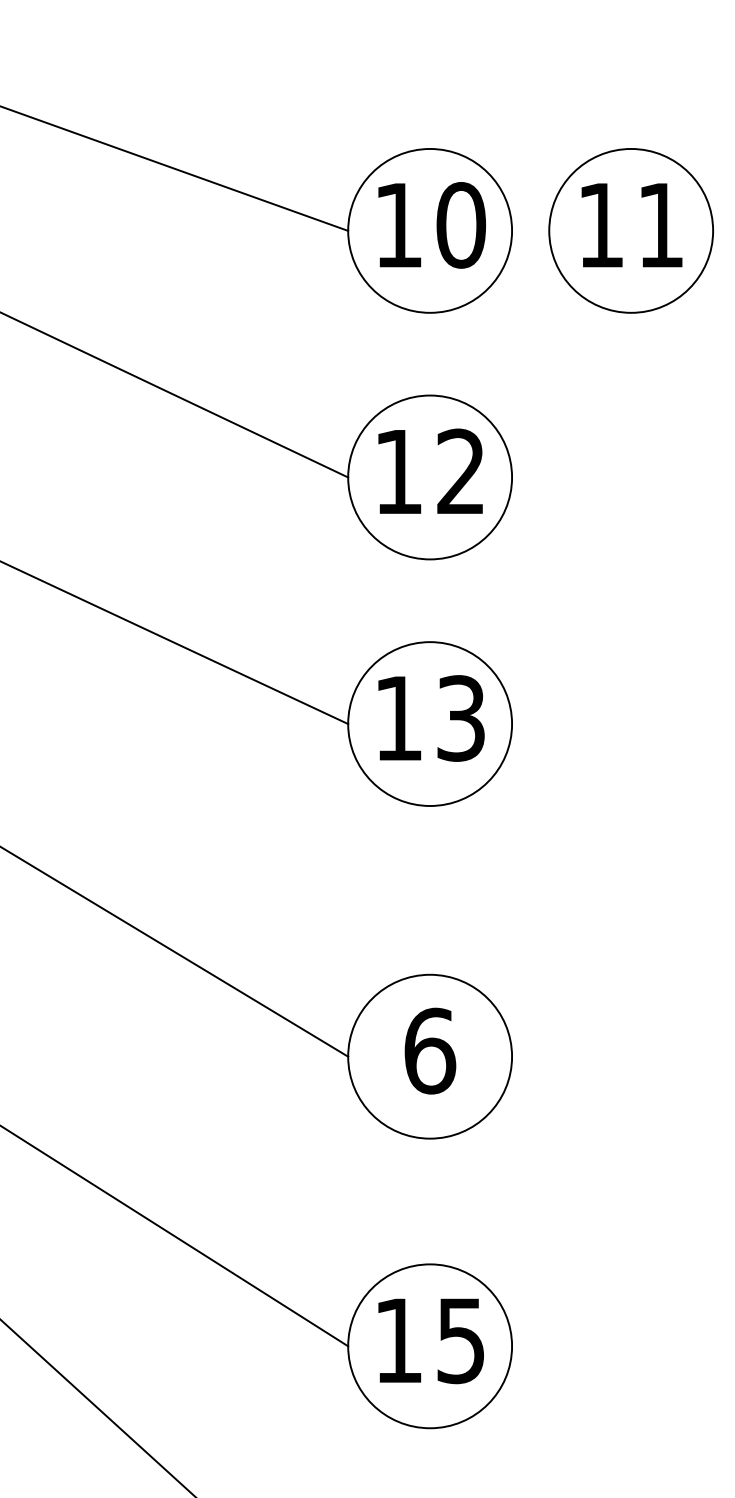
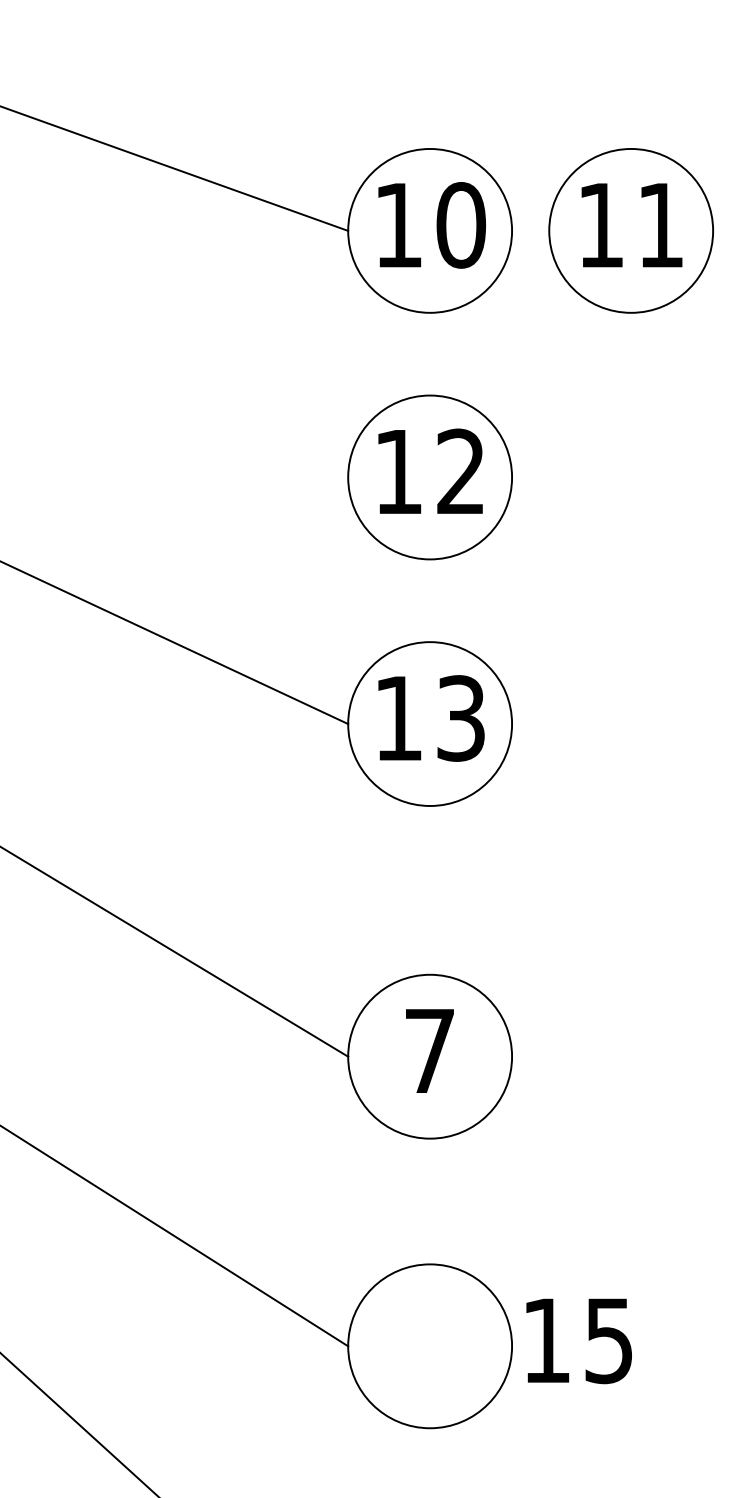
line at (175, 395): present -> none
text at (430, 1050): 6 -> 7
text at (430, 1341) position: (430, 1341) -> (578, 1341)
line at (97, 1407) position: (97, 1407) -> (78, 1424)
